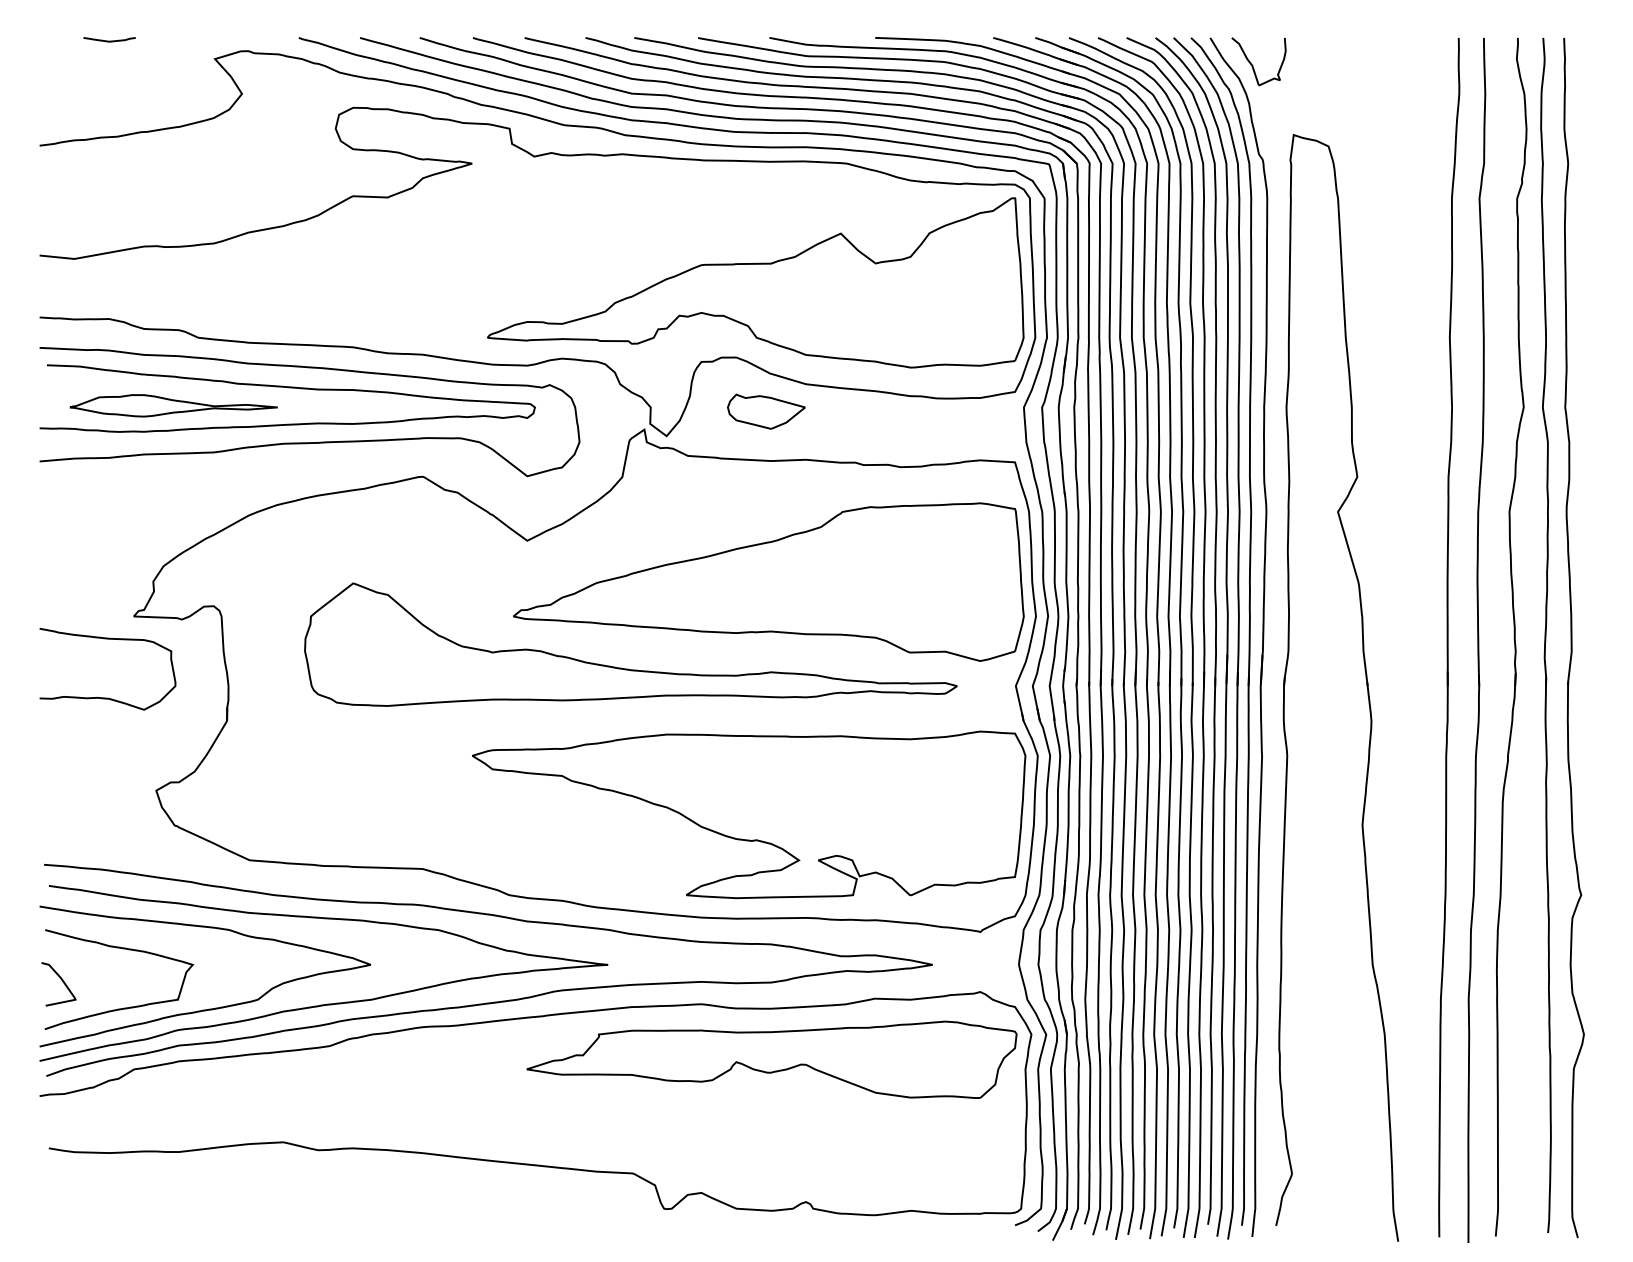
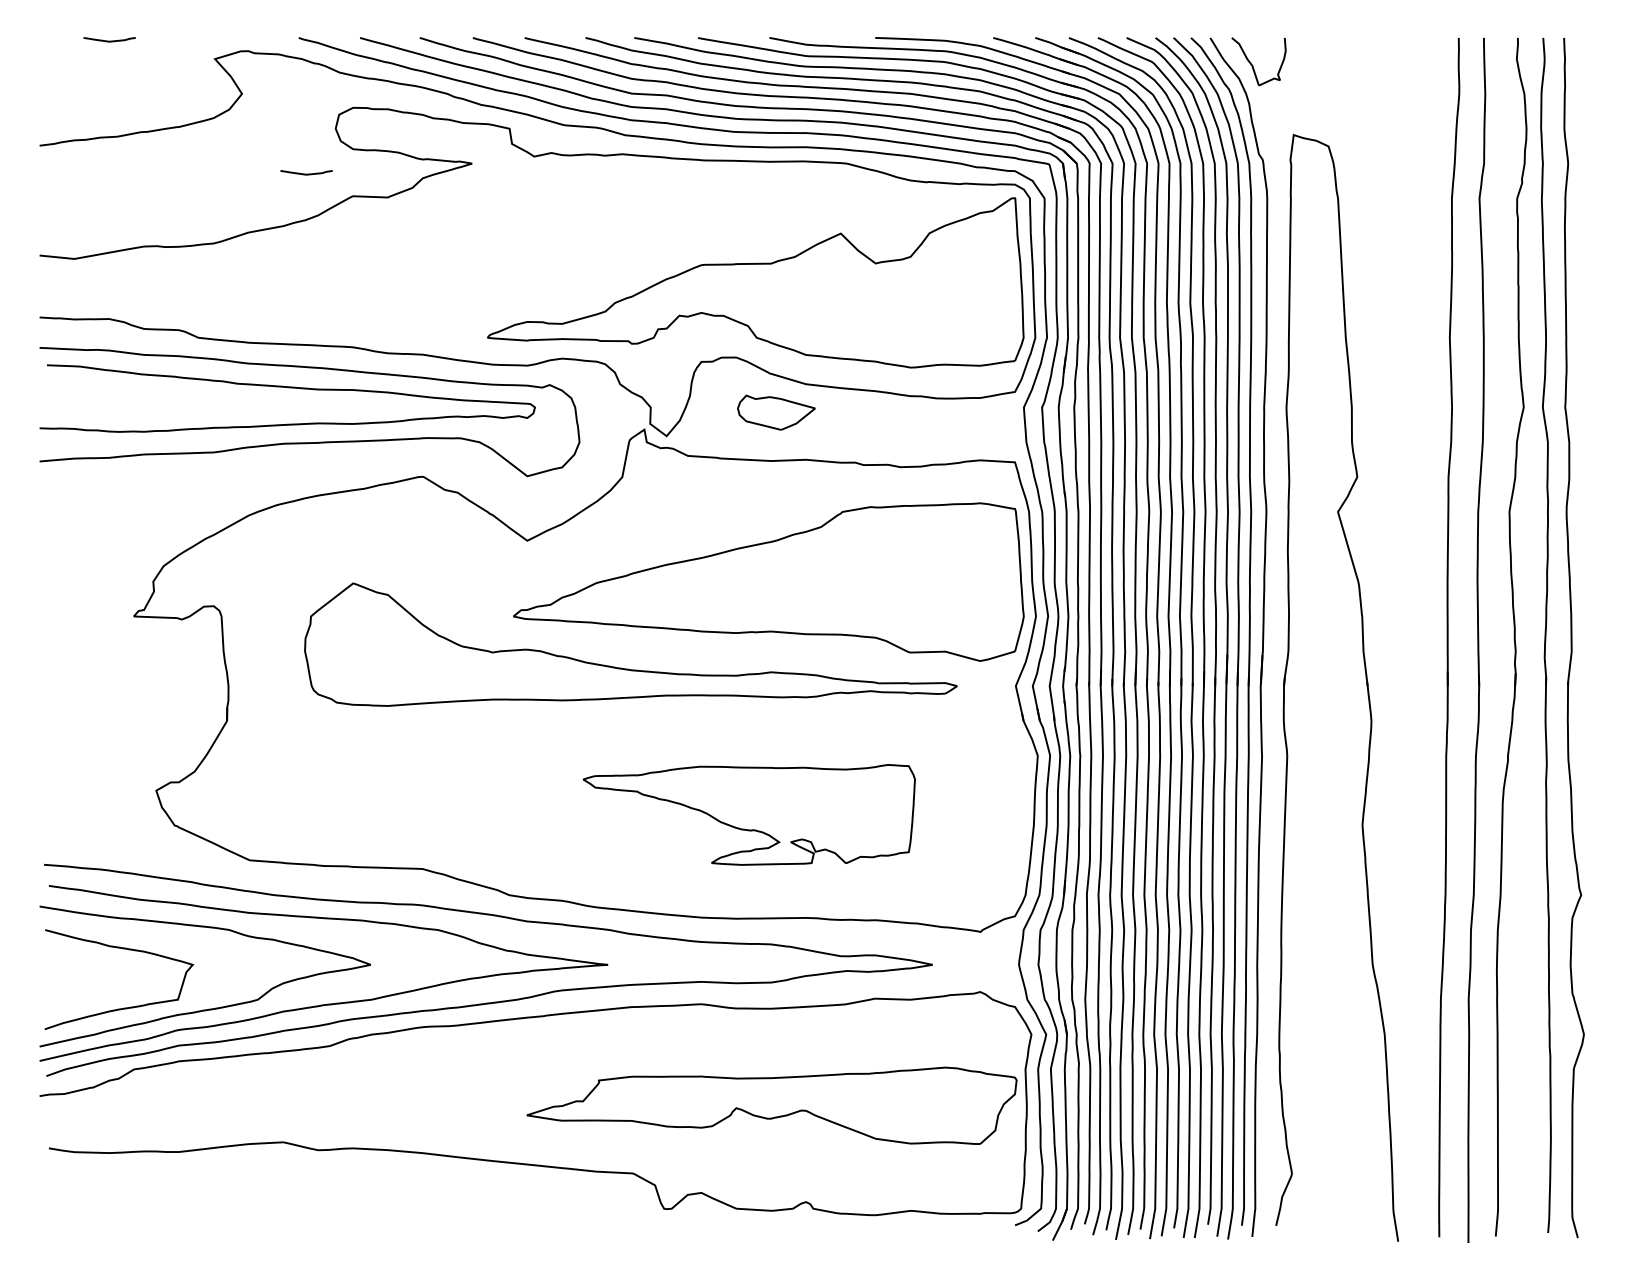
curve at (306, 173): none -> present
part at (173, 405): present -> none
part at (766, 411) position: (766, 411) -> (776, 412)
curve at (107, 697): present -> none
part at (749, 814) size: 555x170 px -> 334x102 px
curve at (62, 982): present -> none
part at (771, 1059) position: (771, 1059) -> (771, 1105)
